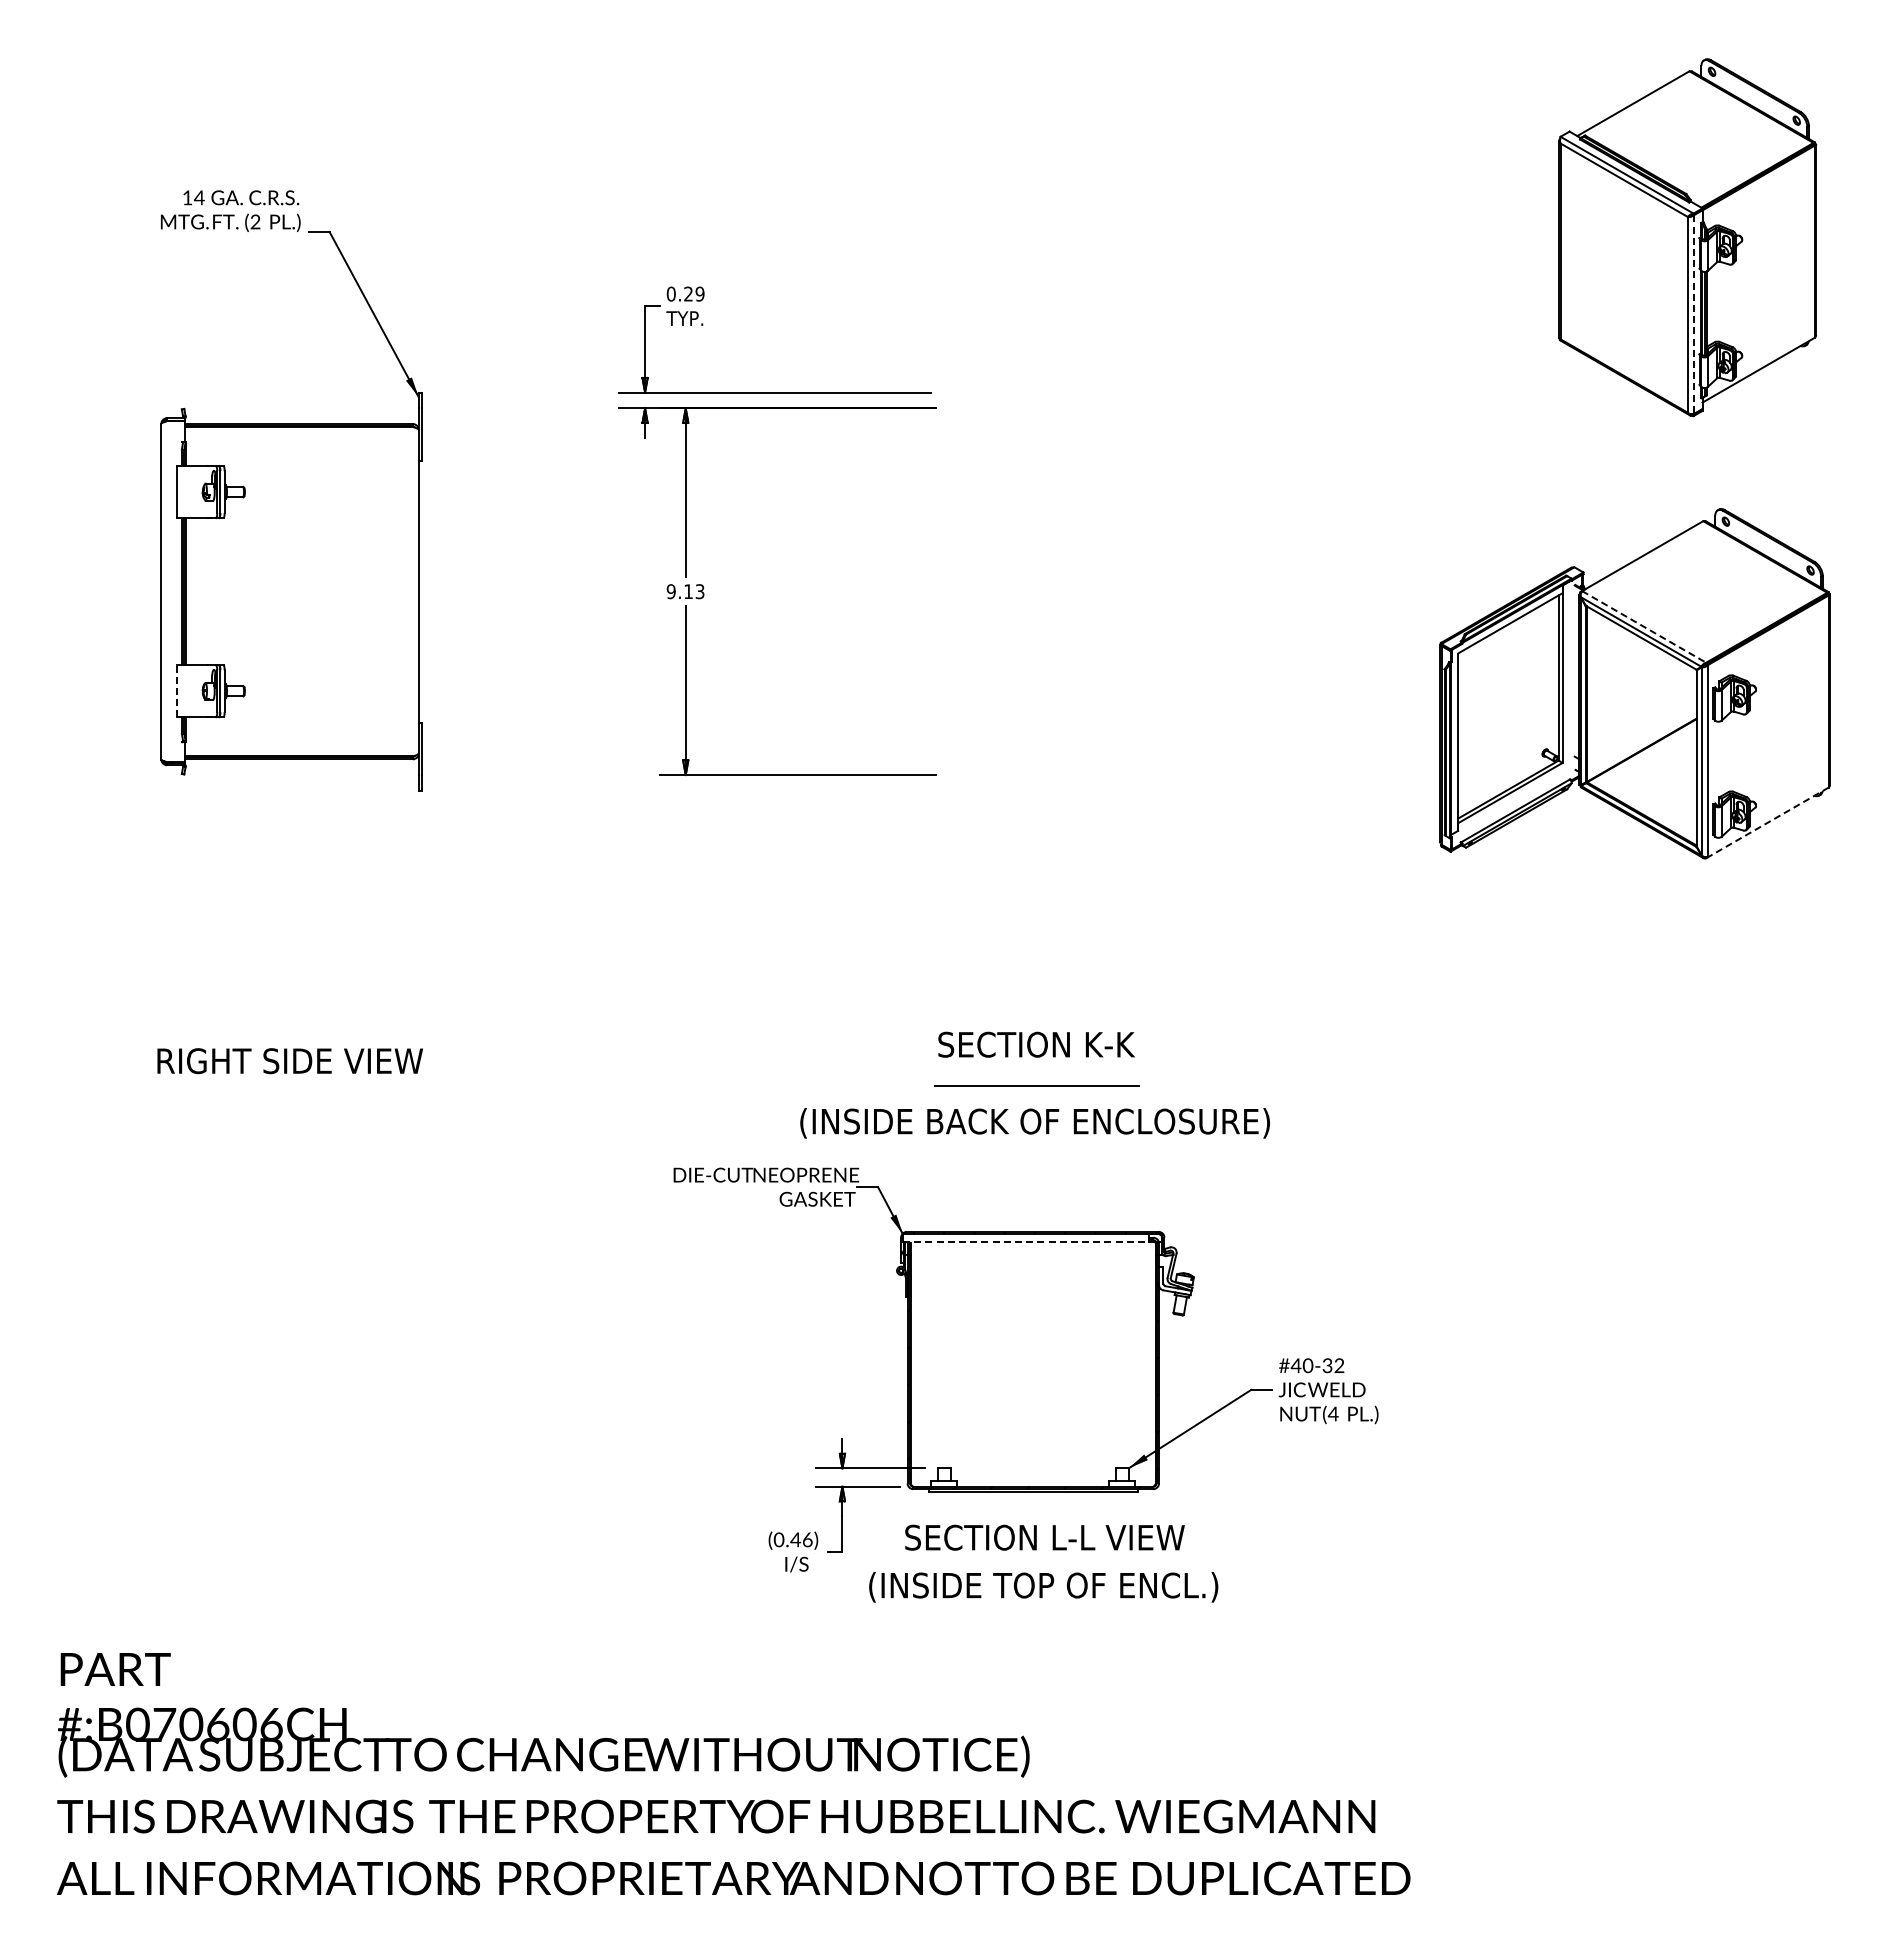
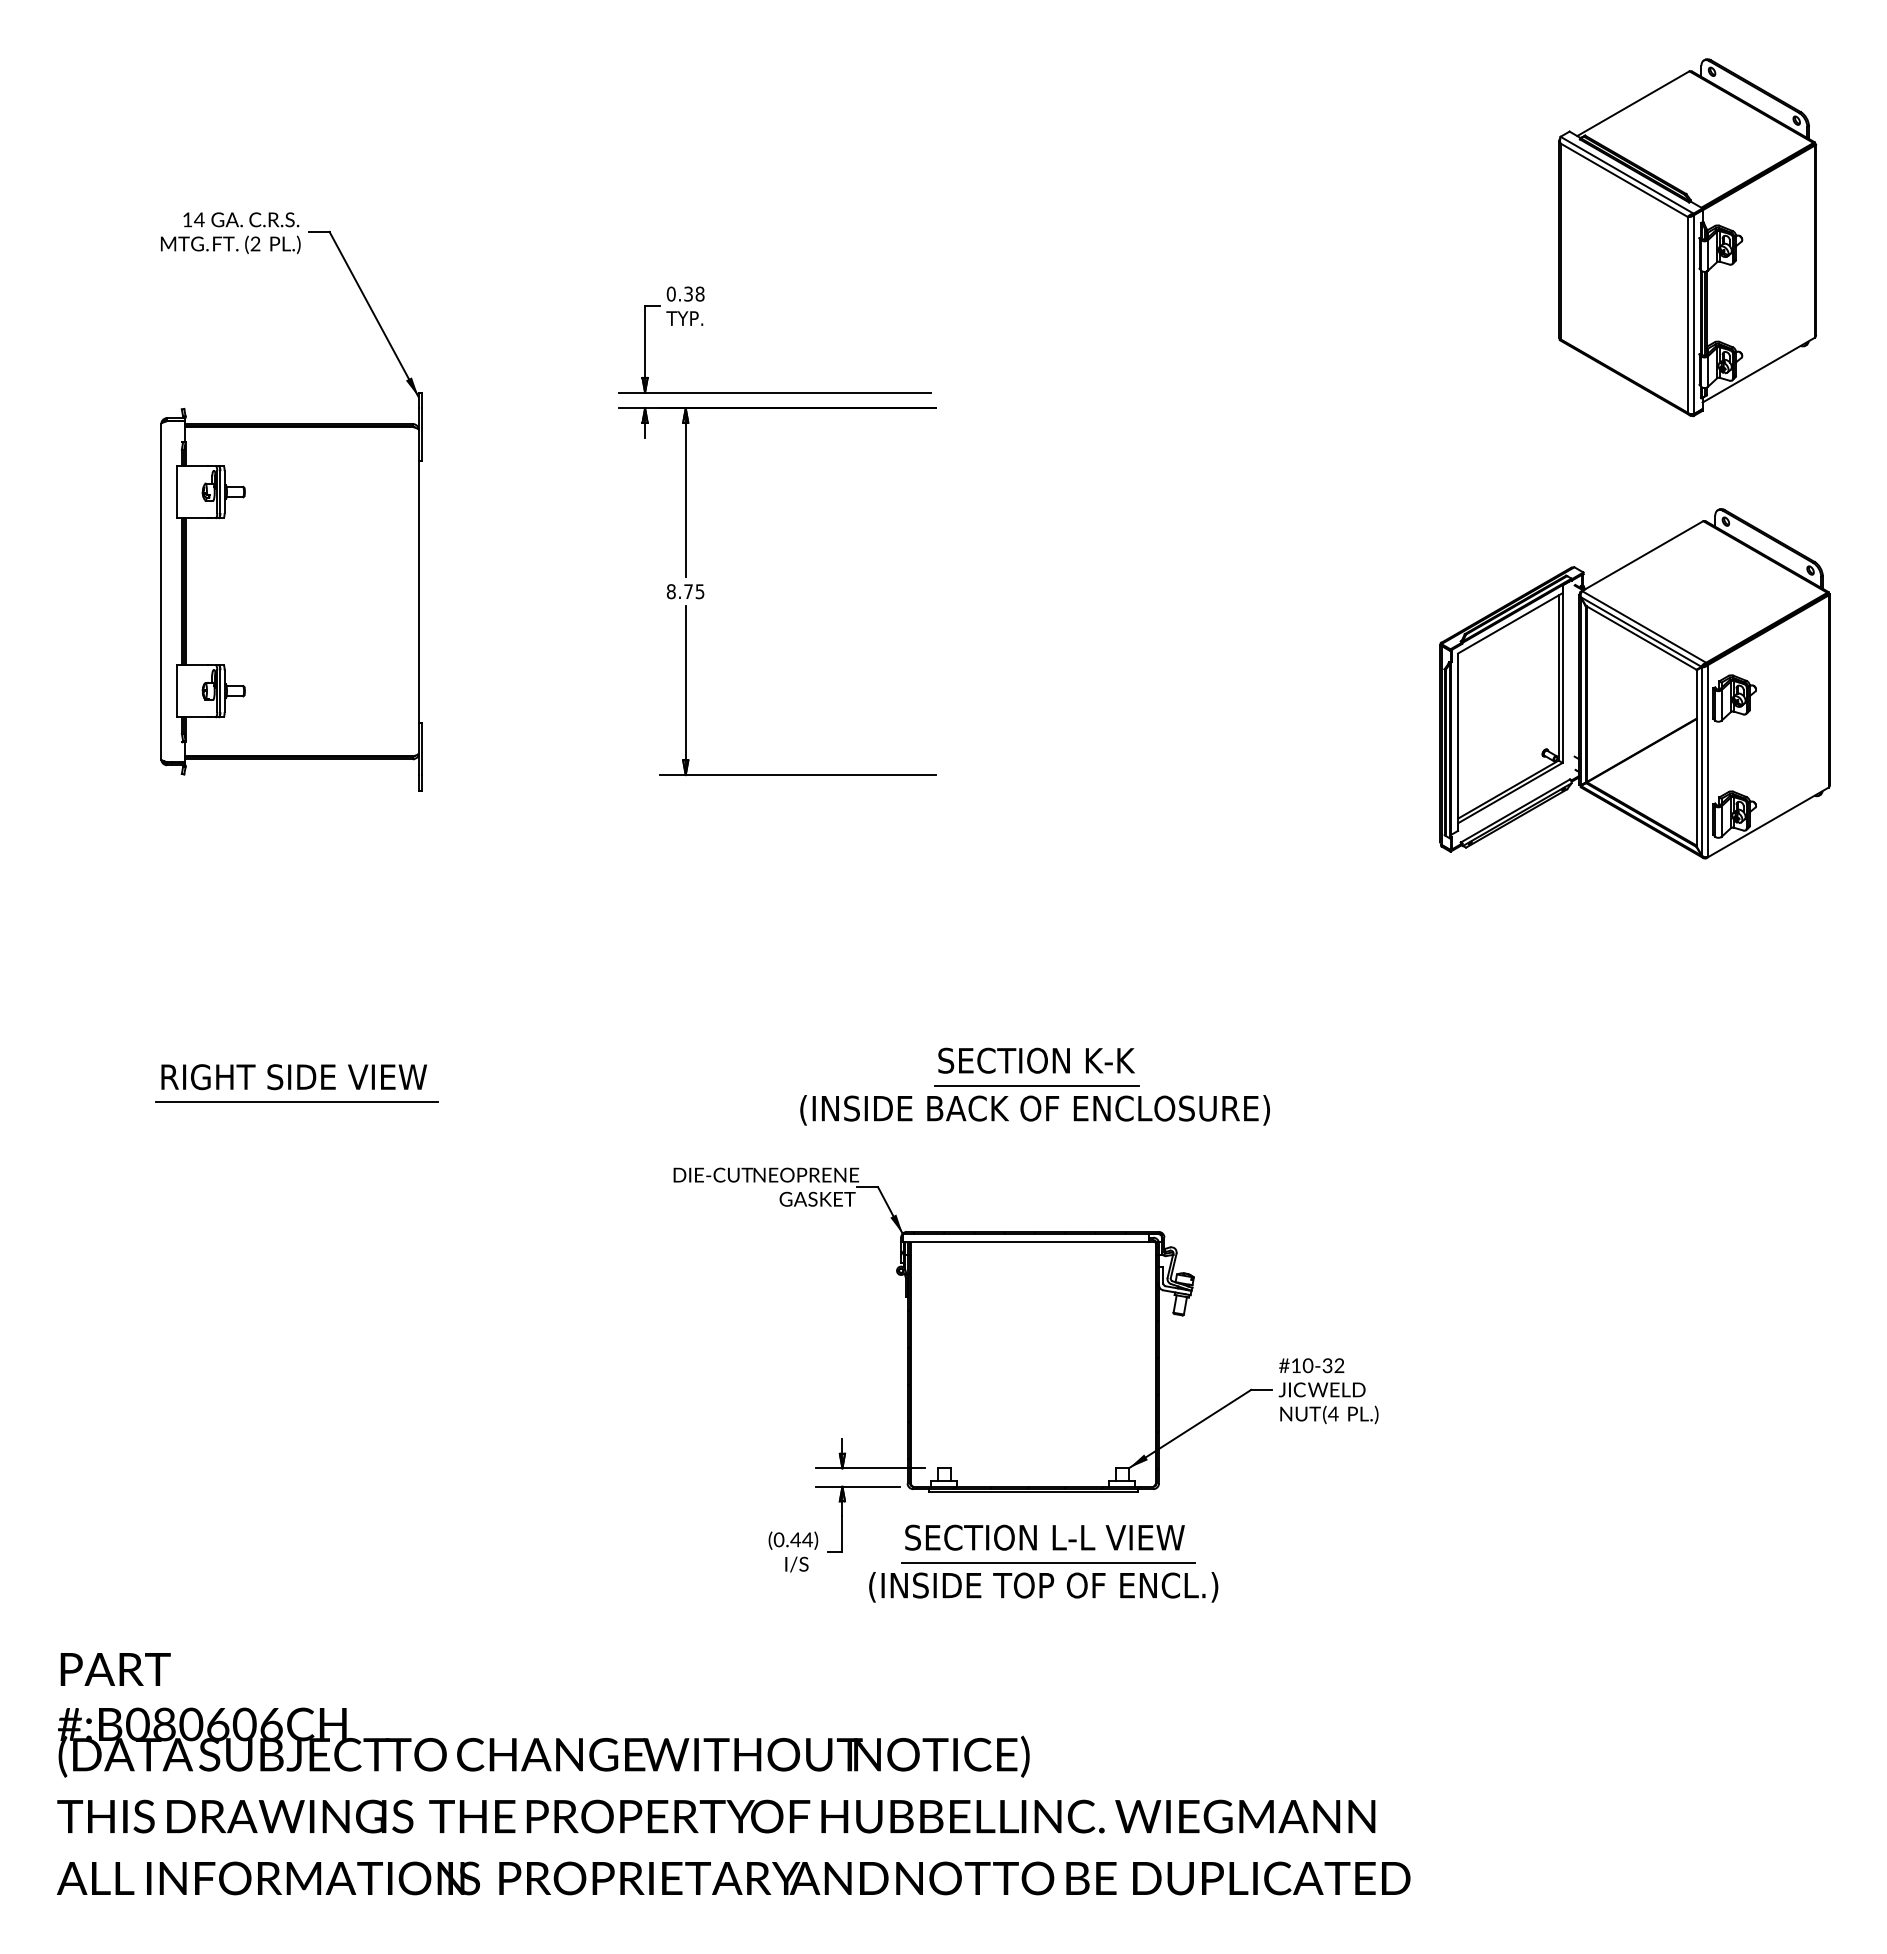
text at (230, 210) position: (230, 210) -> (230, 232)
text at (694, 293): 0.29 -> 0.38
line at (1693, 315): dashed -> solid
text at (685, 591): 9.13 -> 8.75
line at (1644, 626): dashed -> solid
line at (176, 690): dashed -> solid
line at (1768, 822): dashed -> solid
text at (1036, 1044) position: (1036, 1044) -> (1036, 1060)
text at (289, 1061) position: (289, 1061) -> (293, 1077)
line at (296, 1102): none -> present
text at (1034, 1123) position: (1034, 1123) -> (1034, 1110)
line at (1026, 1242): dashed -> solid
text at (1295, 1365): #40-32 -> #10-32
text at (807, 1539): (0.46) -> (0.44)
line at (1047, 1562): none -> present
text at (164, 1724): #:B070606CH -> #:B080606CH
